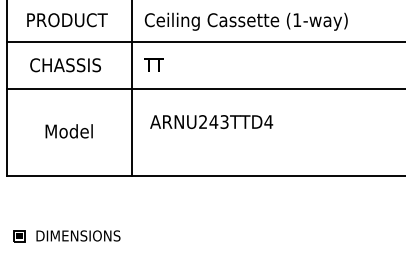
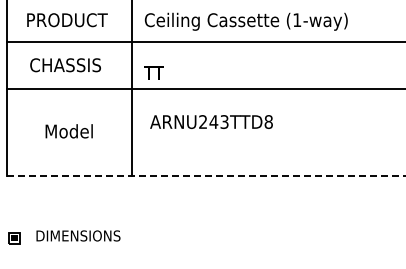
text at (153, 64) position: (153, 64) -> (153, 72)
text at (268, 122): ARNU243TTD4 -> ARNU243TTD8
line at (206, 176): solid -> dashed
part at (19, 236) position: (19, 236) -> (14, 238)
